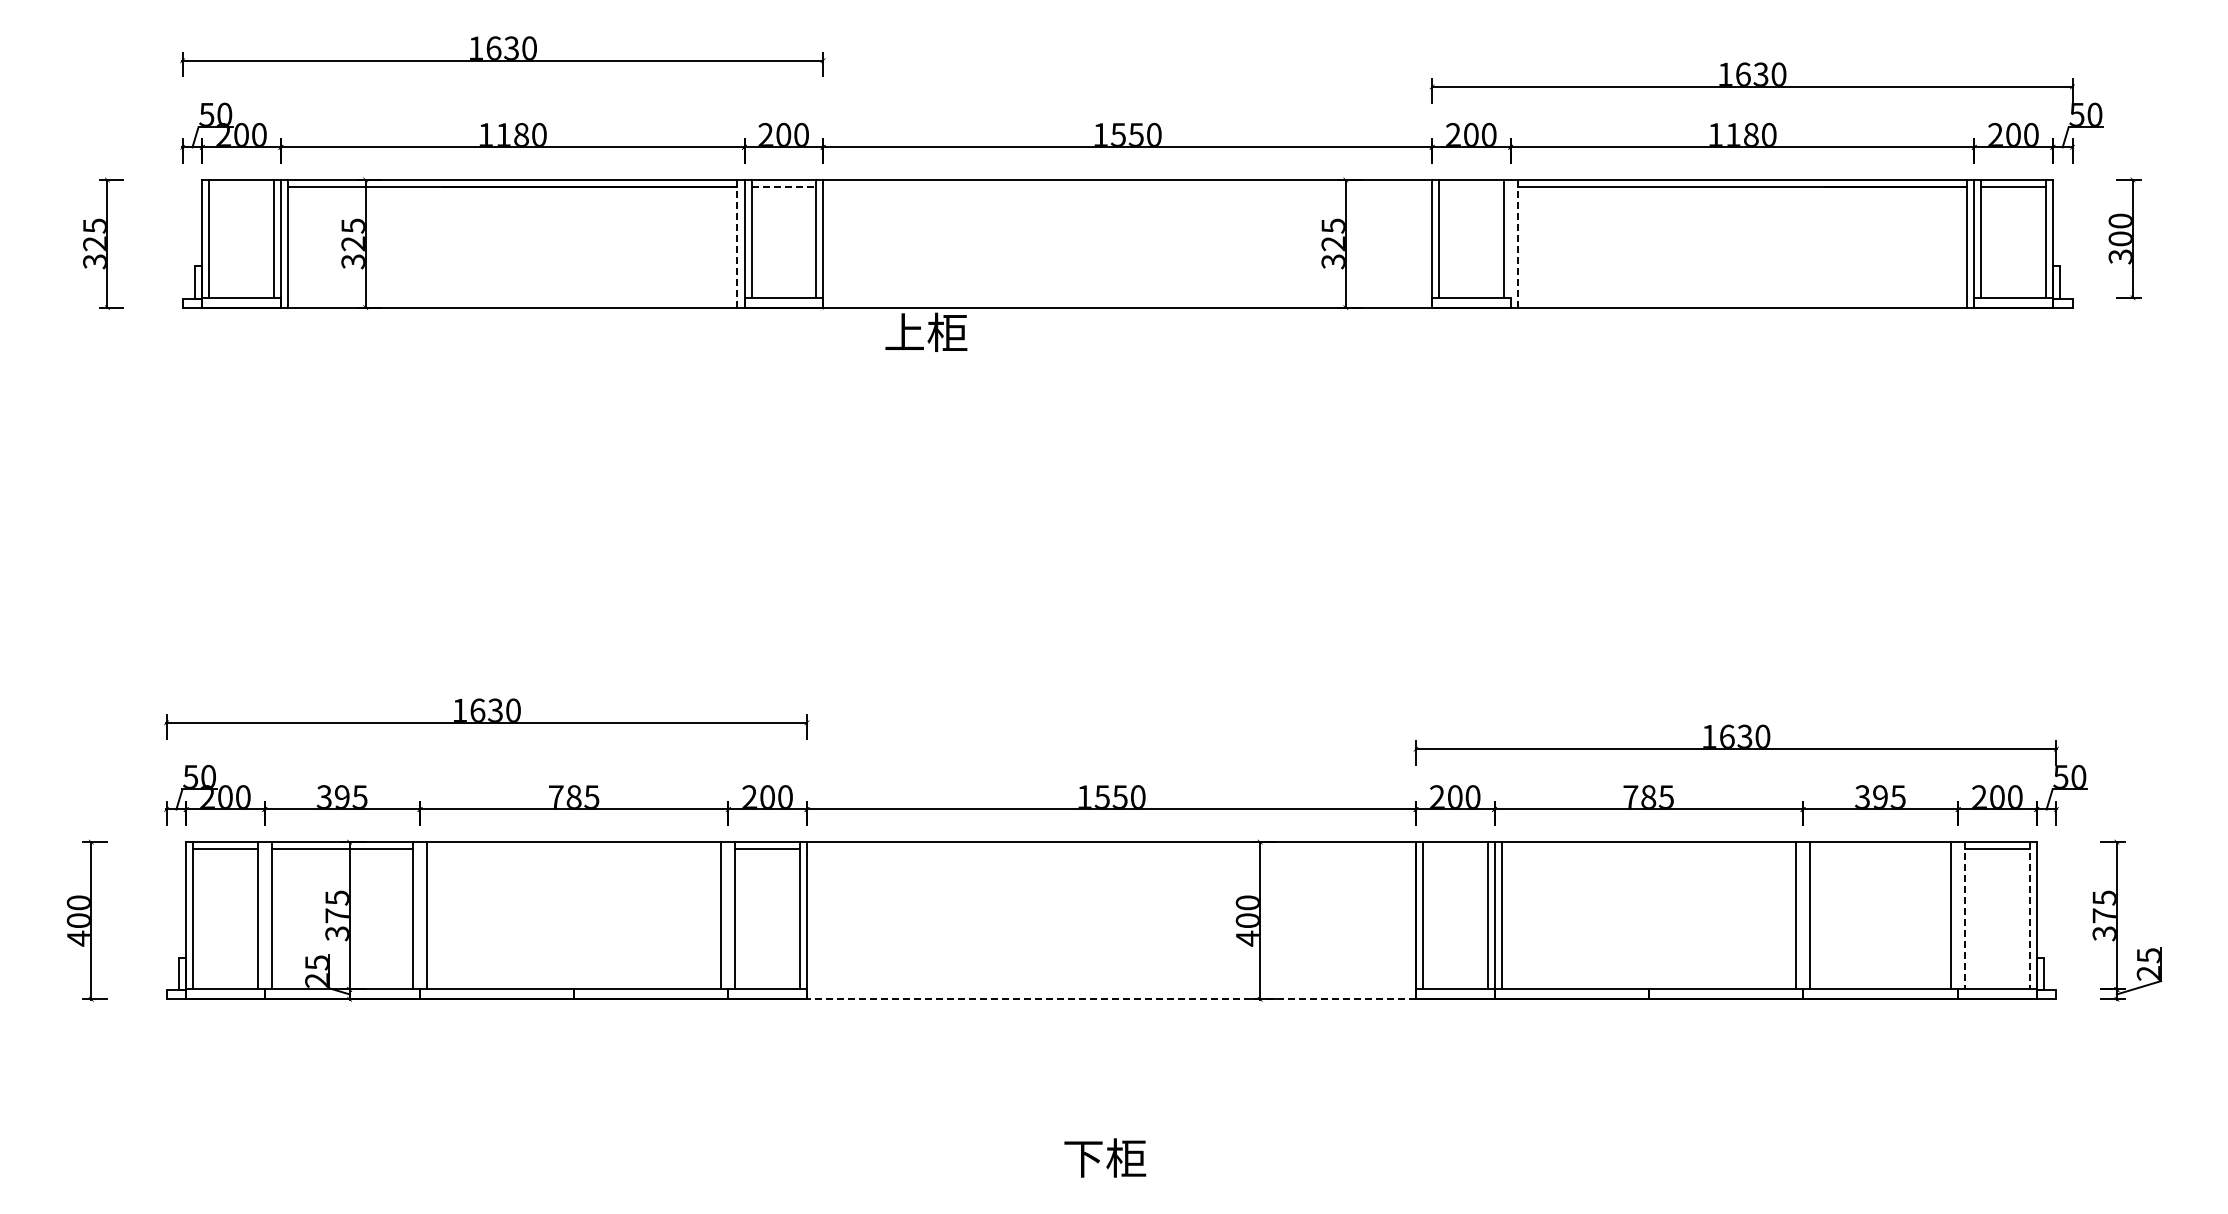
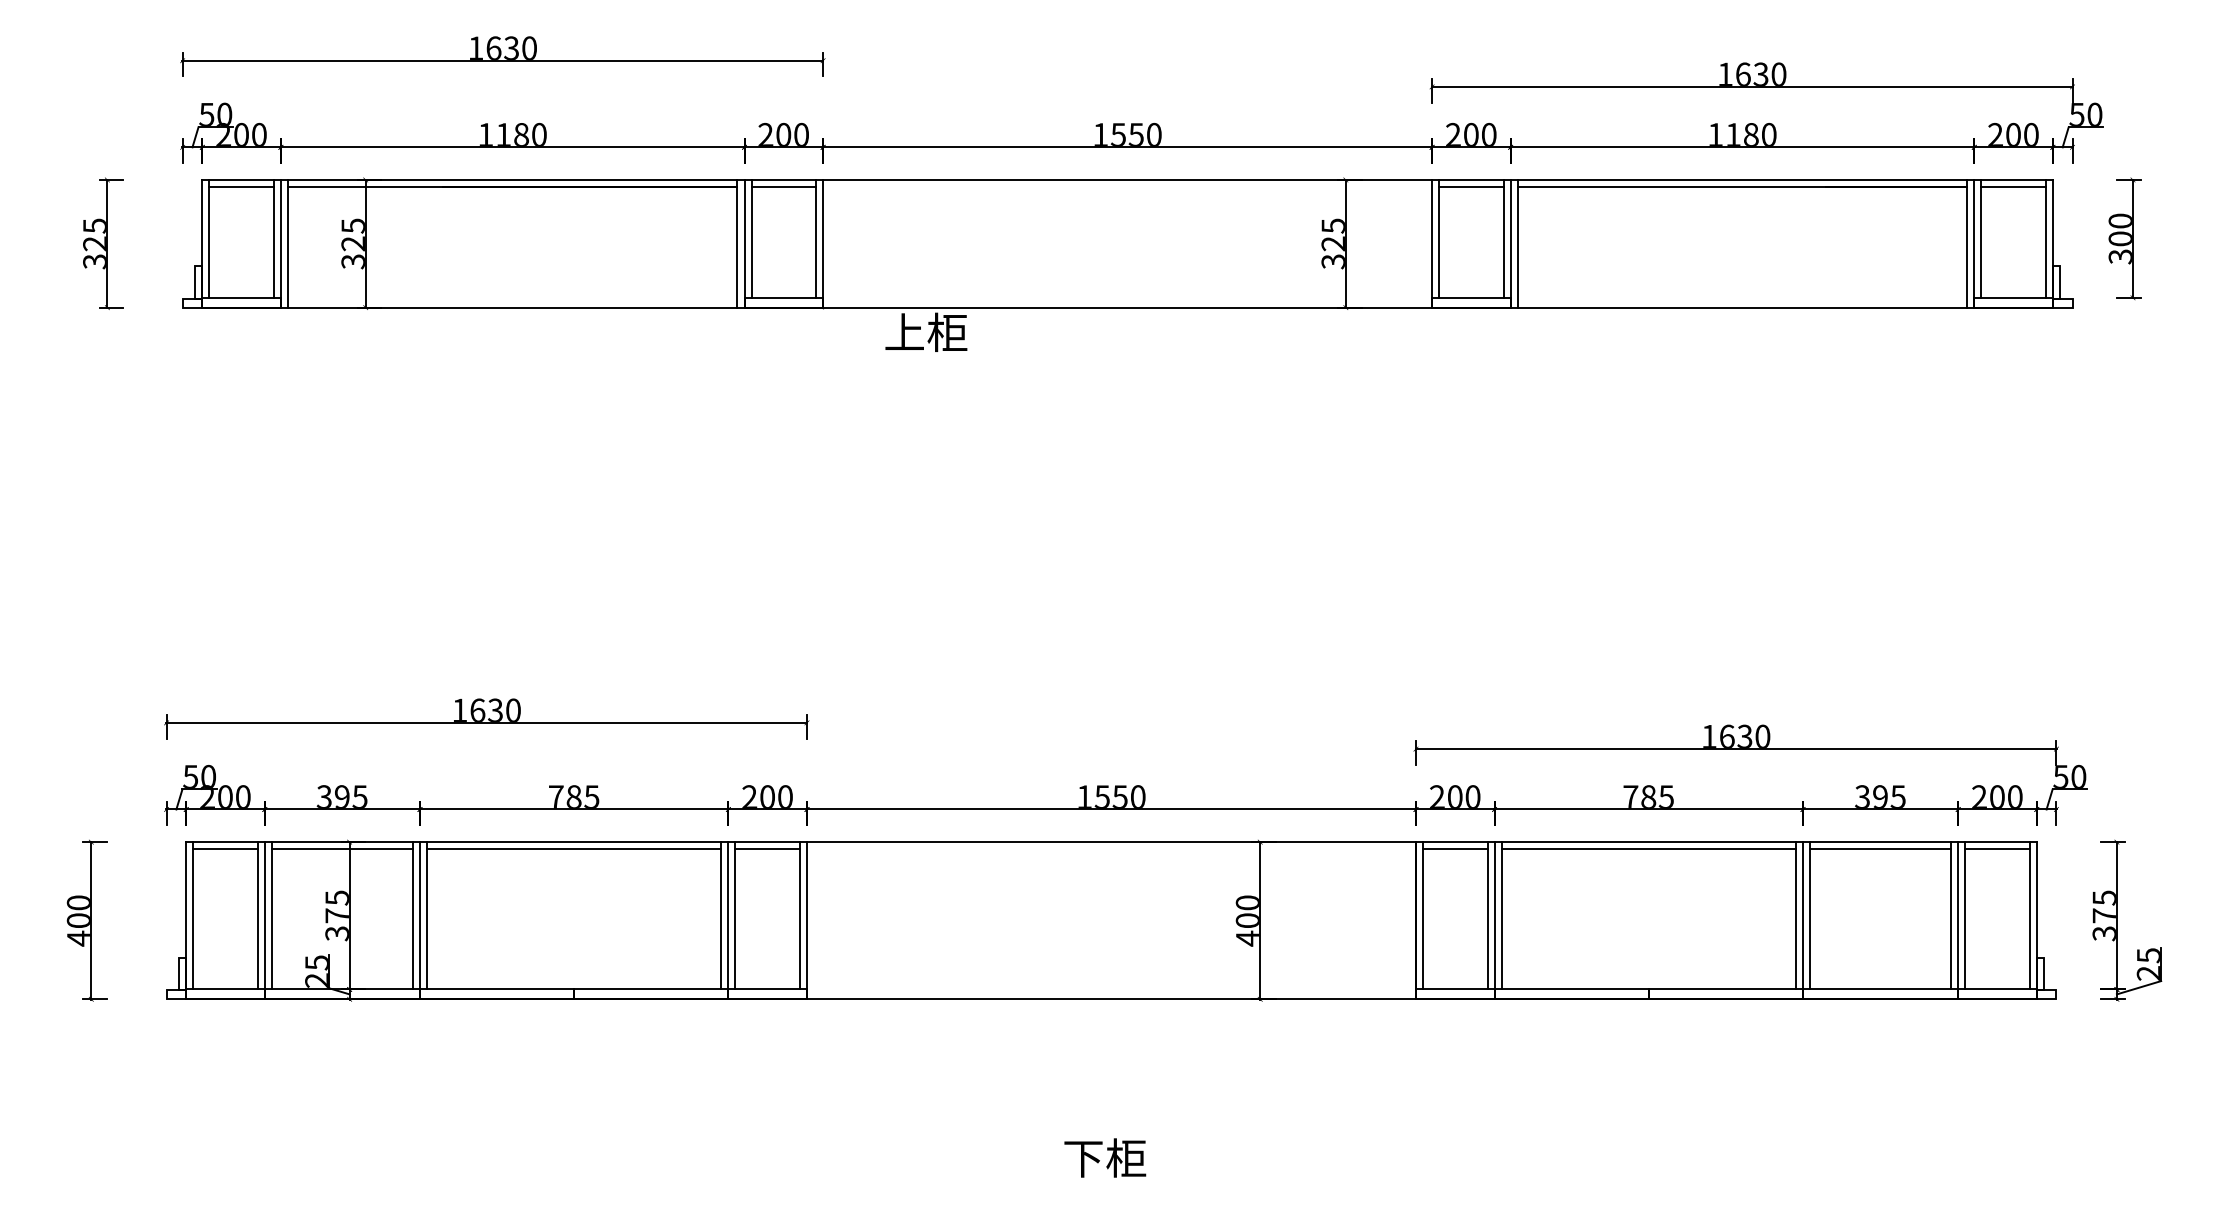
line at (241, 187): none -> present
line at (784, 187): dashed -> solid
line at (1471, 187): none -> present
line at (737, 243): dashed -> solid
line at (1510, 243): none -> present
line at (1517, 243): dashed -> solid
line at (574, 849): none -> present
line at (1455, 849): none -> present
line at (1648, 849): none -> present
line at (1880, 849): none -> present
line at (1965, 915): dashed -> solid
line at (2029, 915): dashed -> solid
line at (264, 920): none -> present
line at (420, 920): none -> present
line at (728, 920): none -> present
line at (1802, 920): none -> present
line at (1958, 920): none -> present
line at (1110, 999): dashed -> solid
